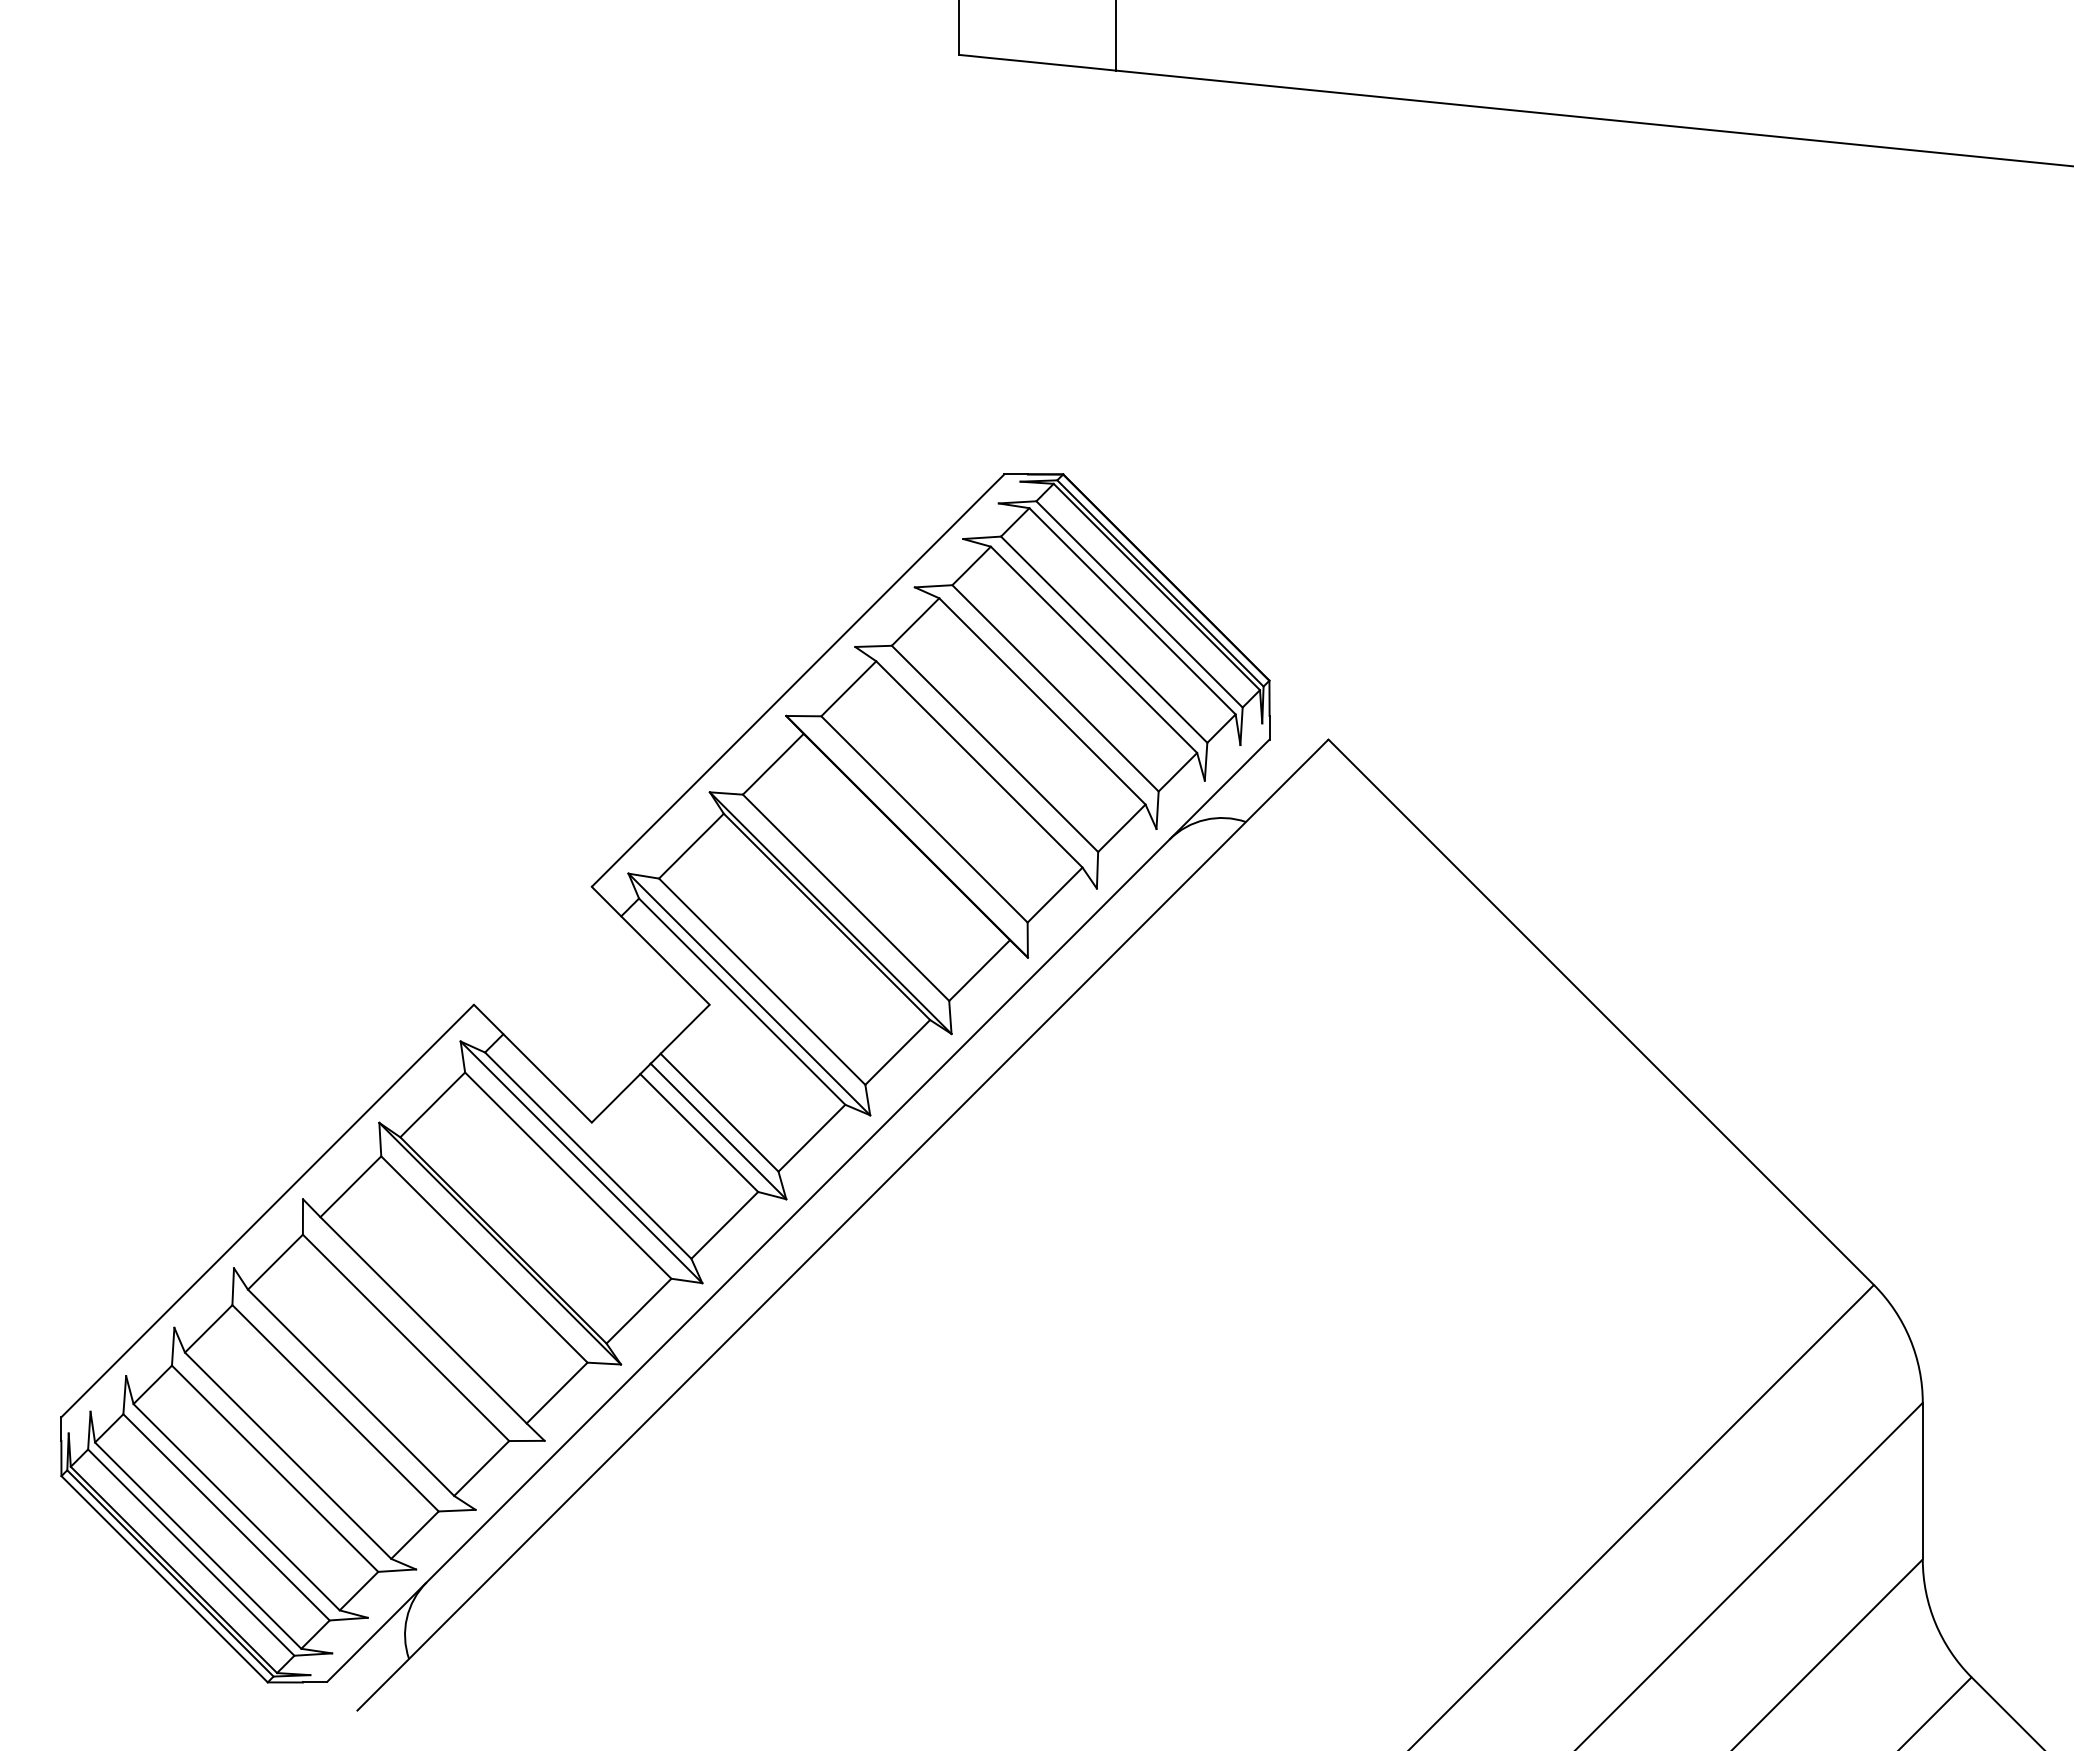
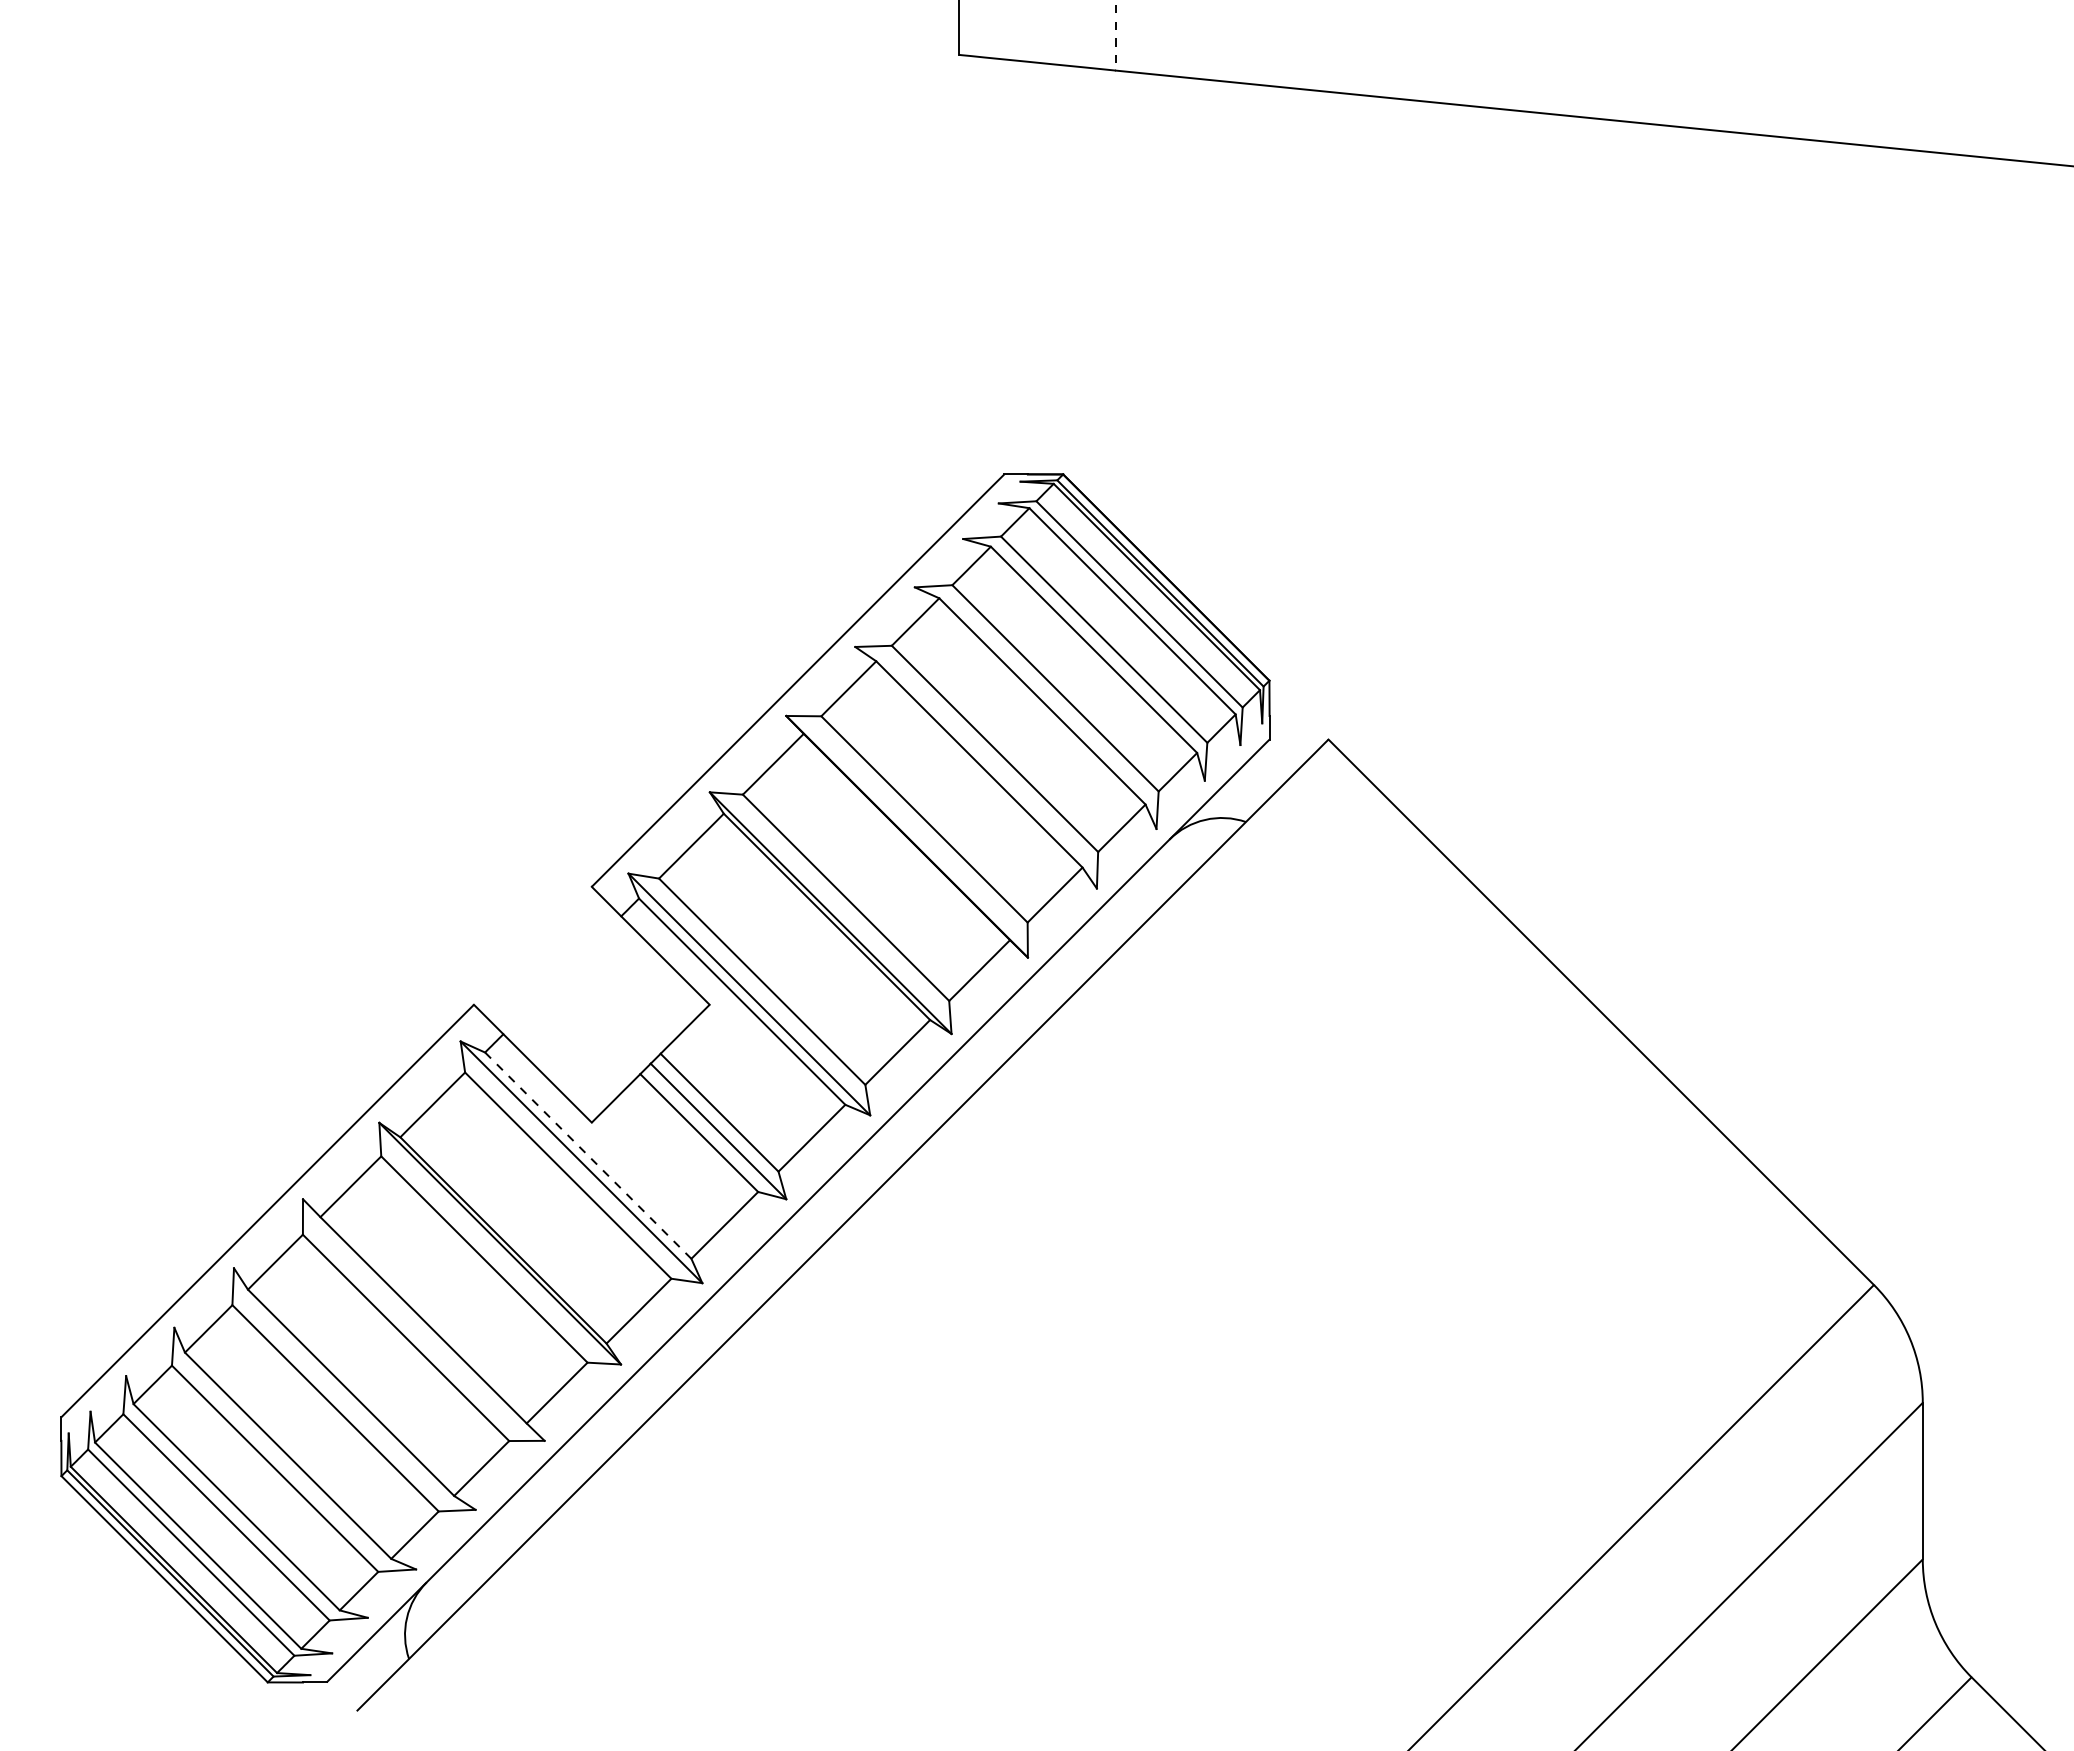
line at (1115, 35): solid -> dashed
line at (588, 1155): solid -> dashed
